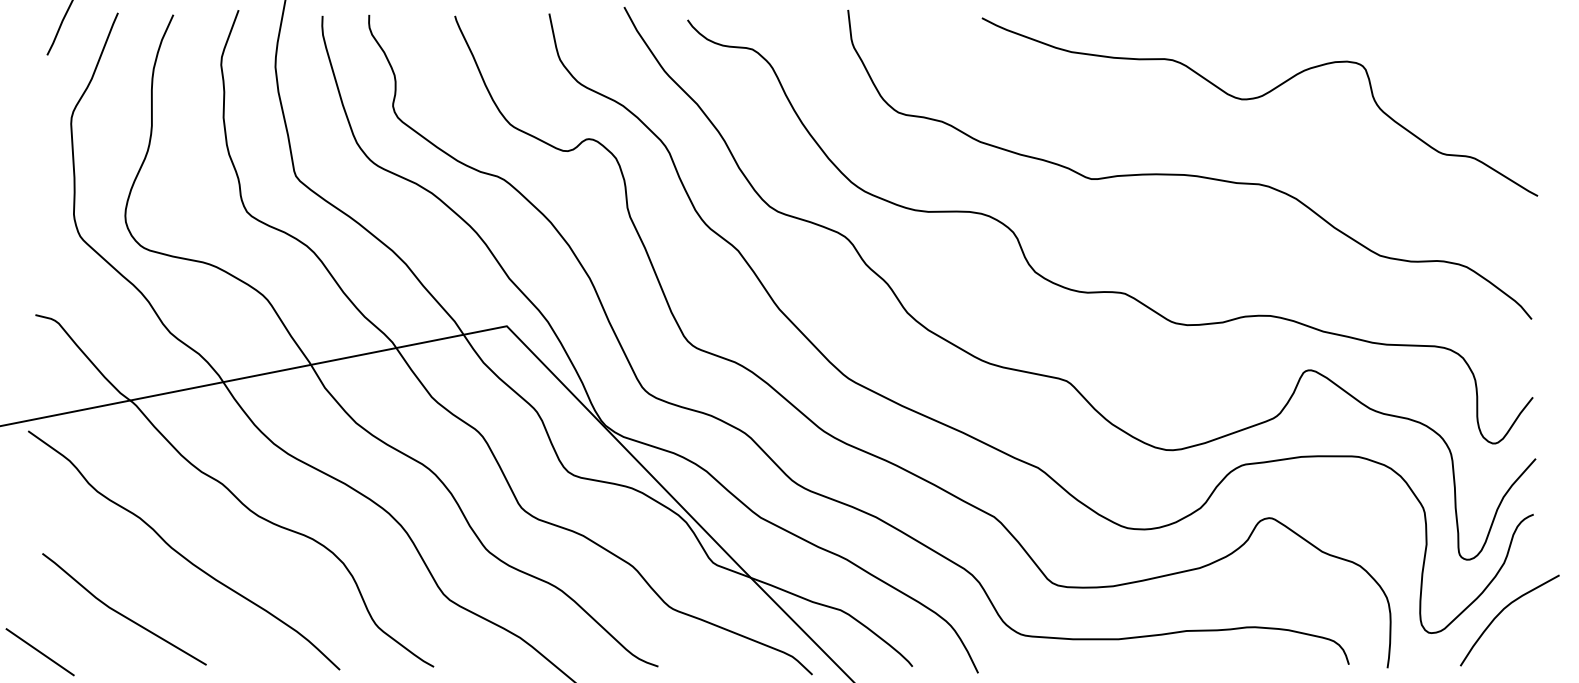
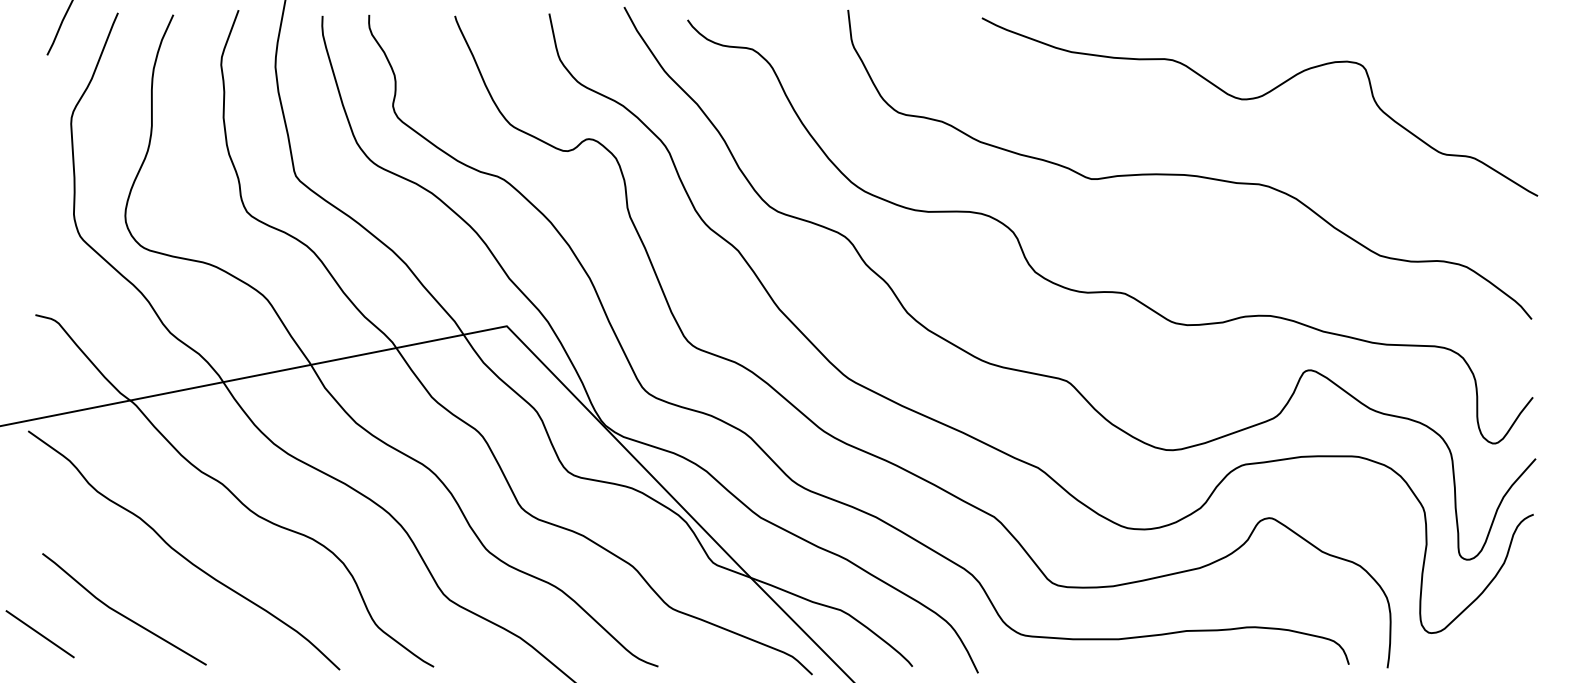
curve at (1501, 612): present -> none
line at (39, 652) position: (39, 652) -> (39, 634)
